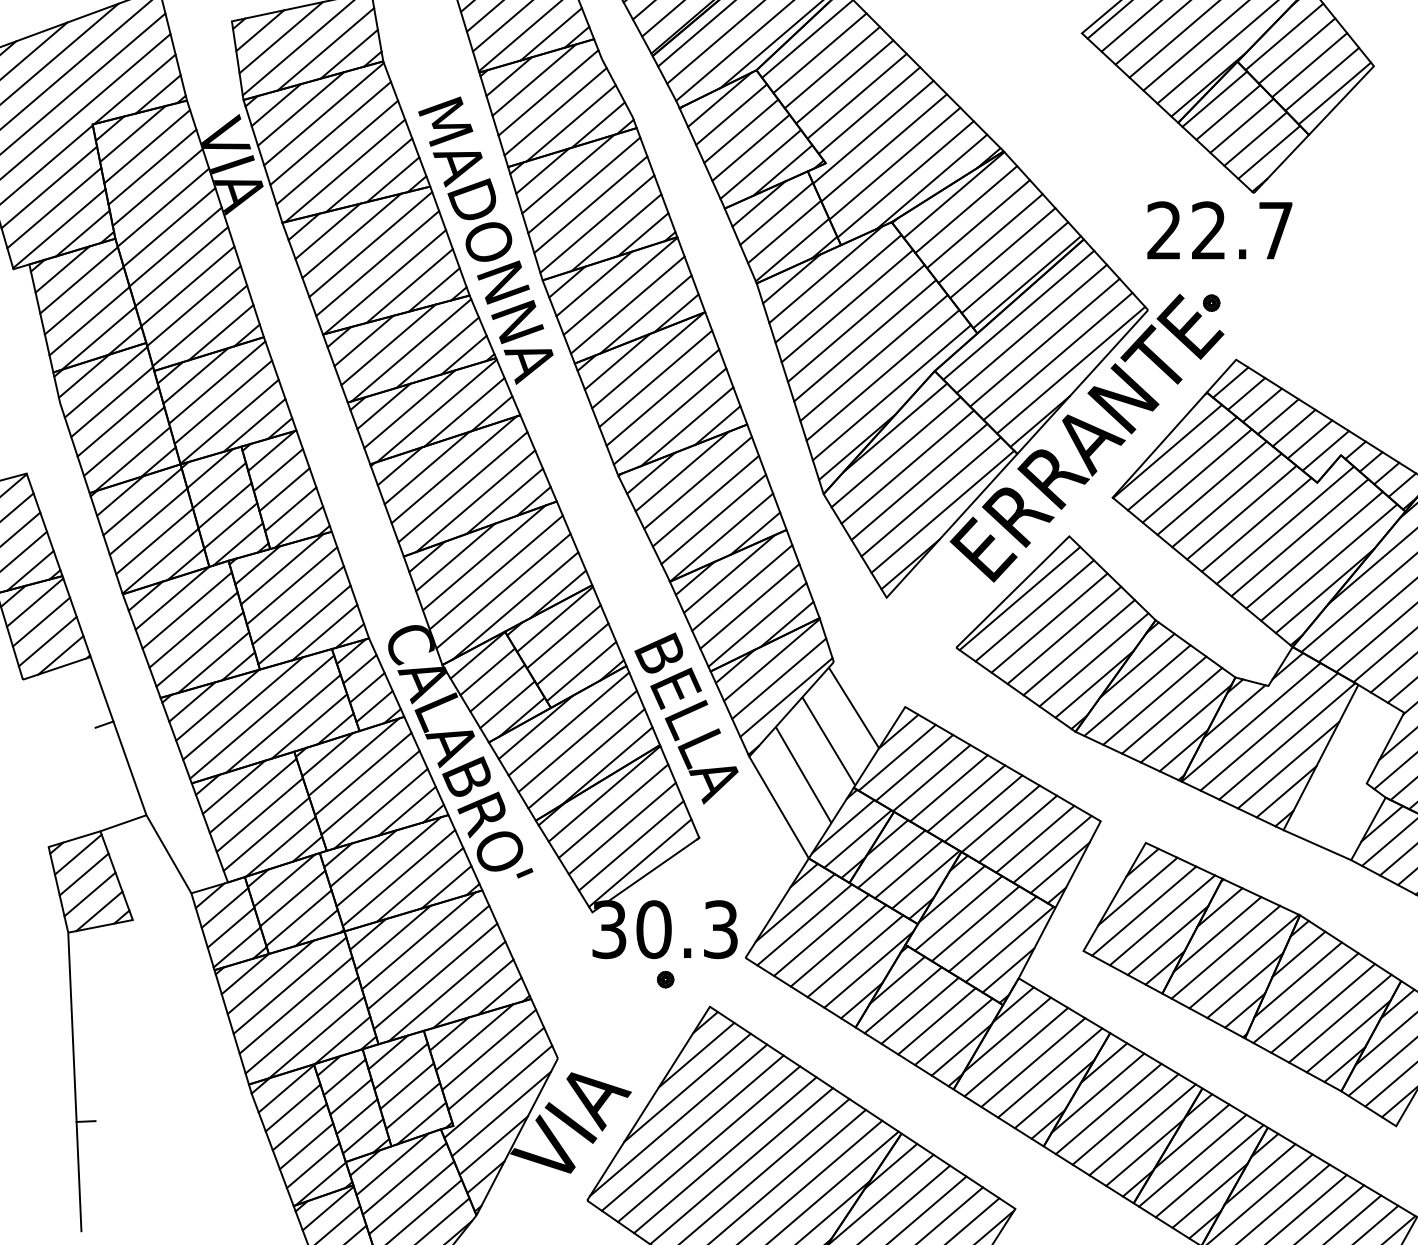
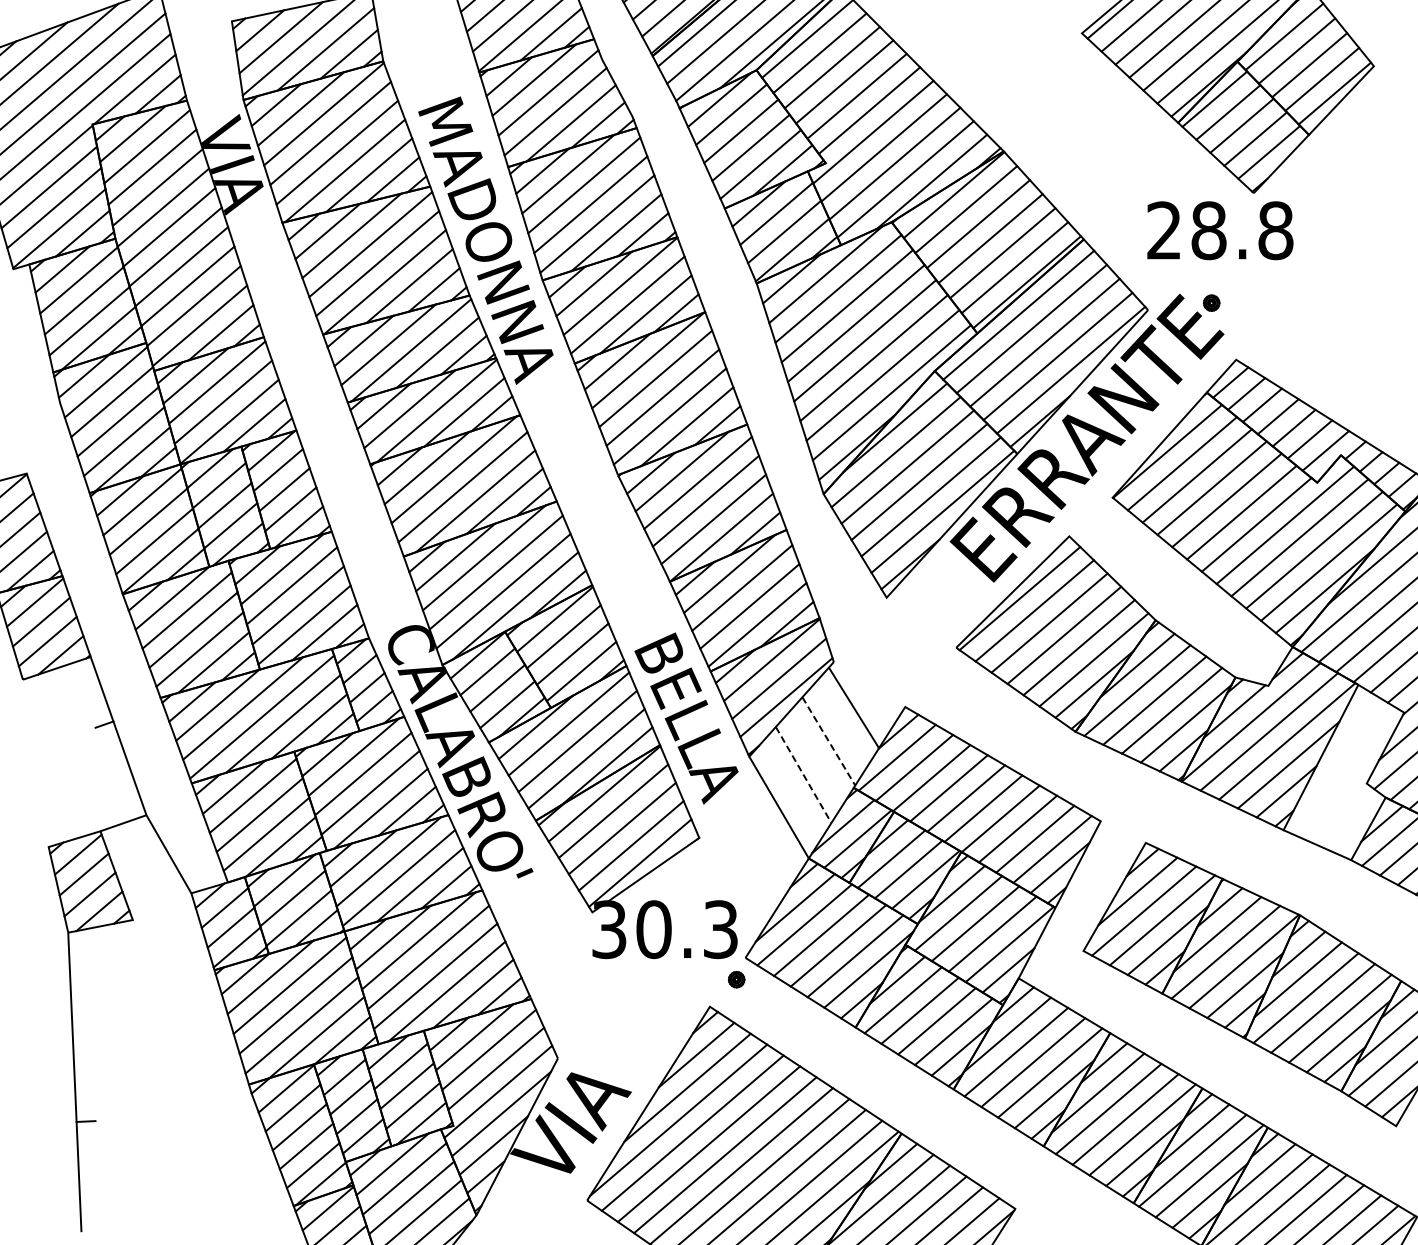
text at (1242, 230): 22.7 -> 28.8
line at (829, 741): solid -> dashed
line at (803, 775): solid -> dashed
part at (665, 979) position: (665, 979) -> (736, 979)
